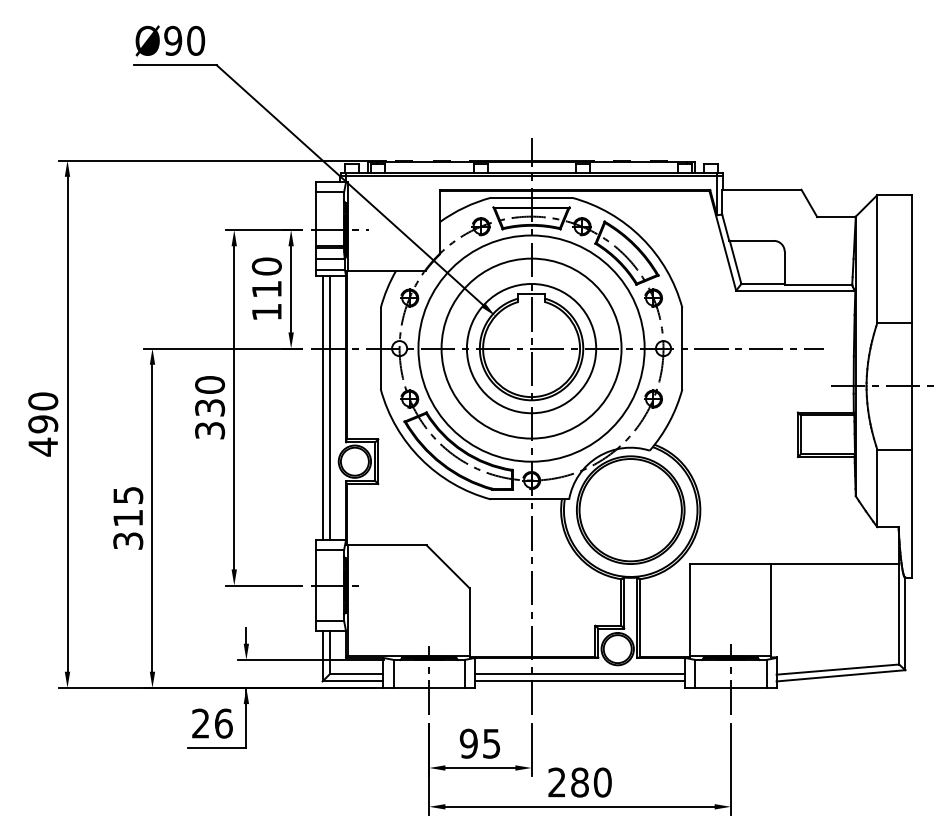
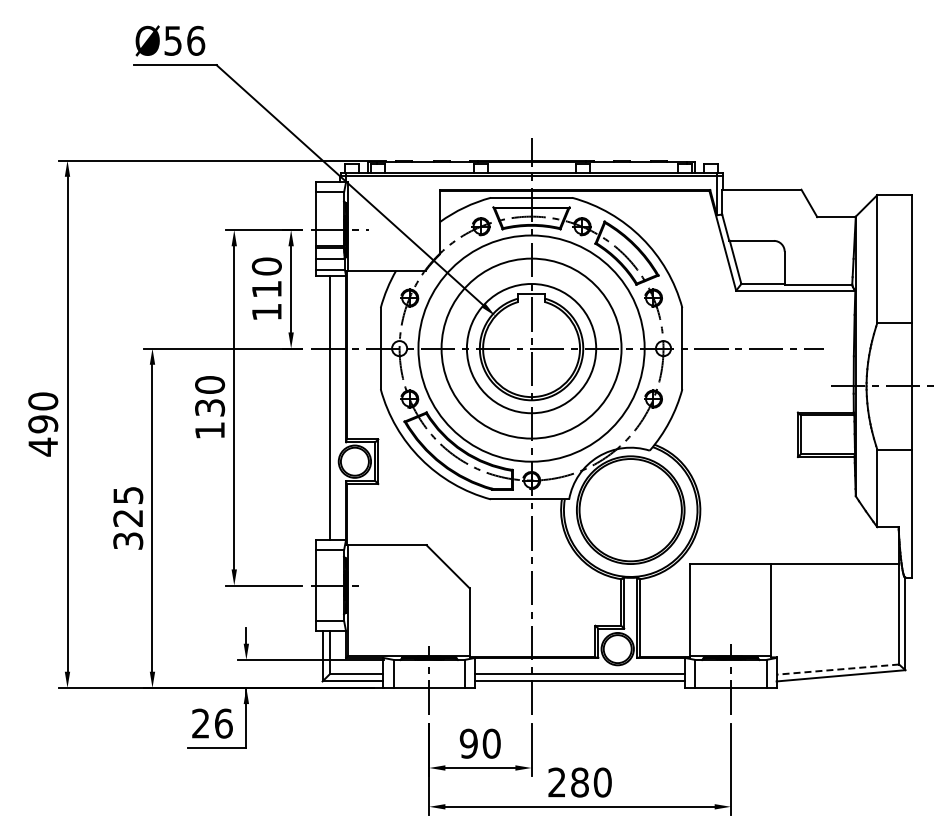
text at (184, 40): Ø90 -> Ø56
line at (322, 407): present -> none
text at (210, 430): 330 -> 130
text at (127, 518): 315 -> 325
line at (837, 669): solid -> dashed
text at (491, 743): 95 -> 90
